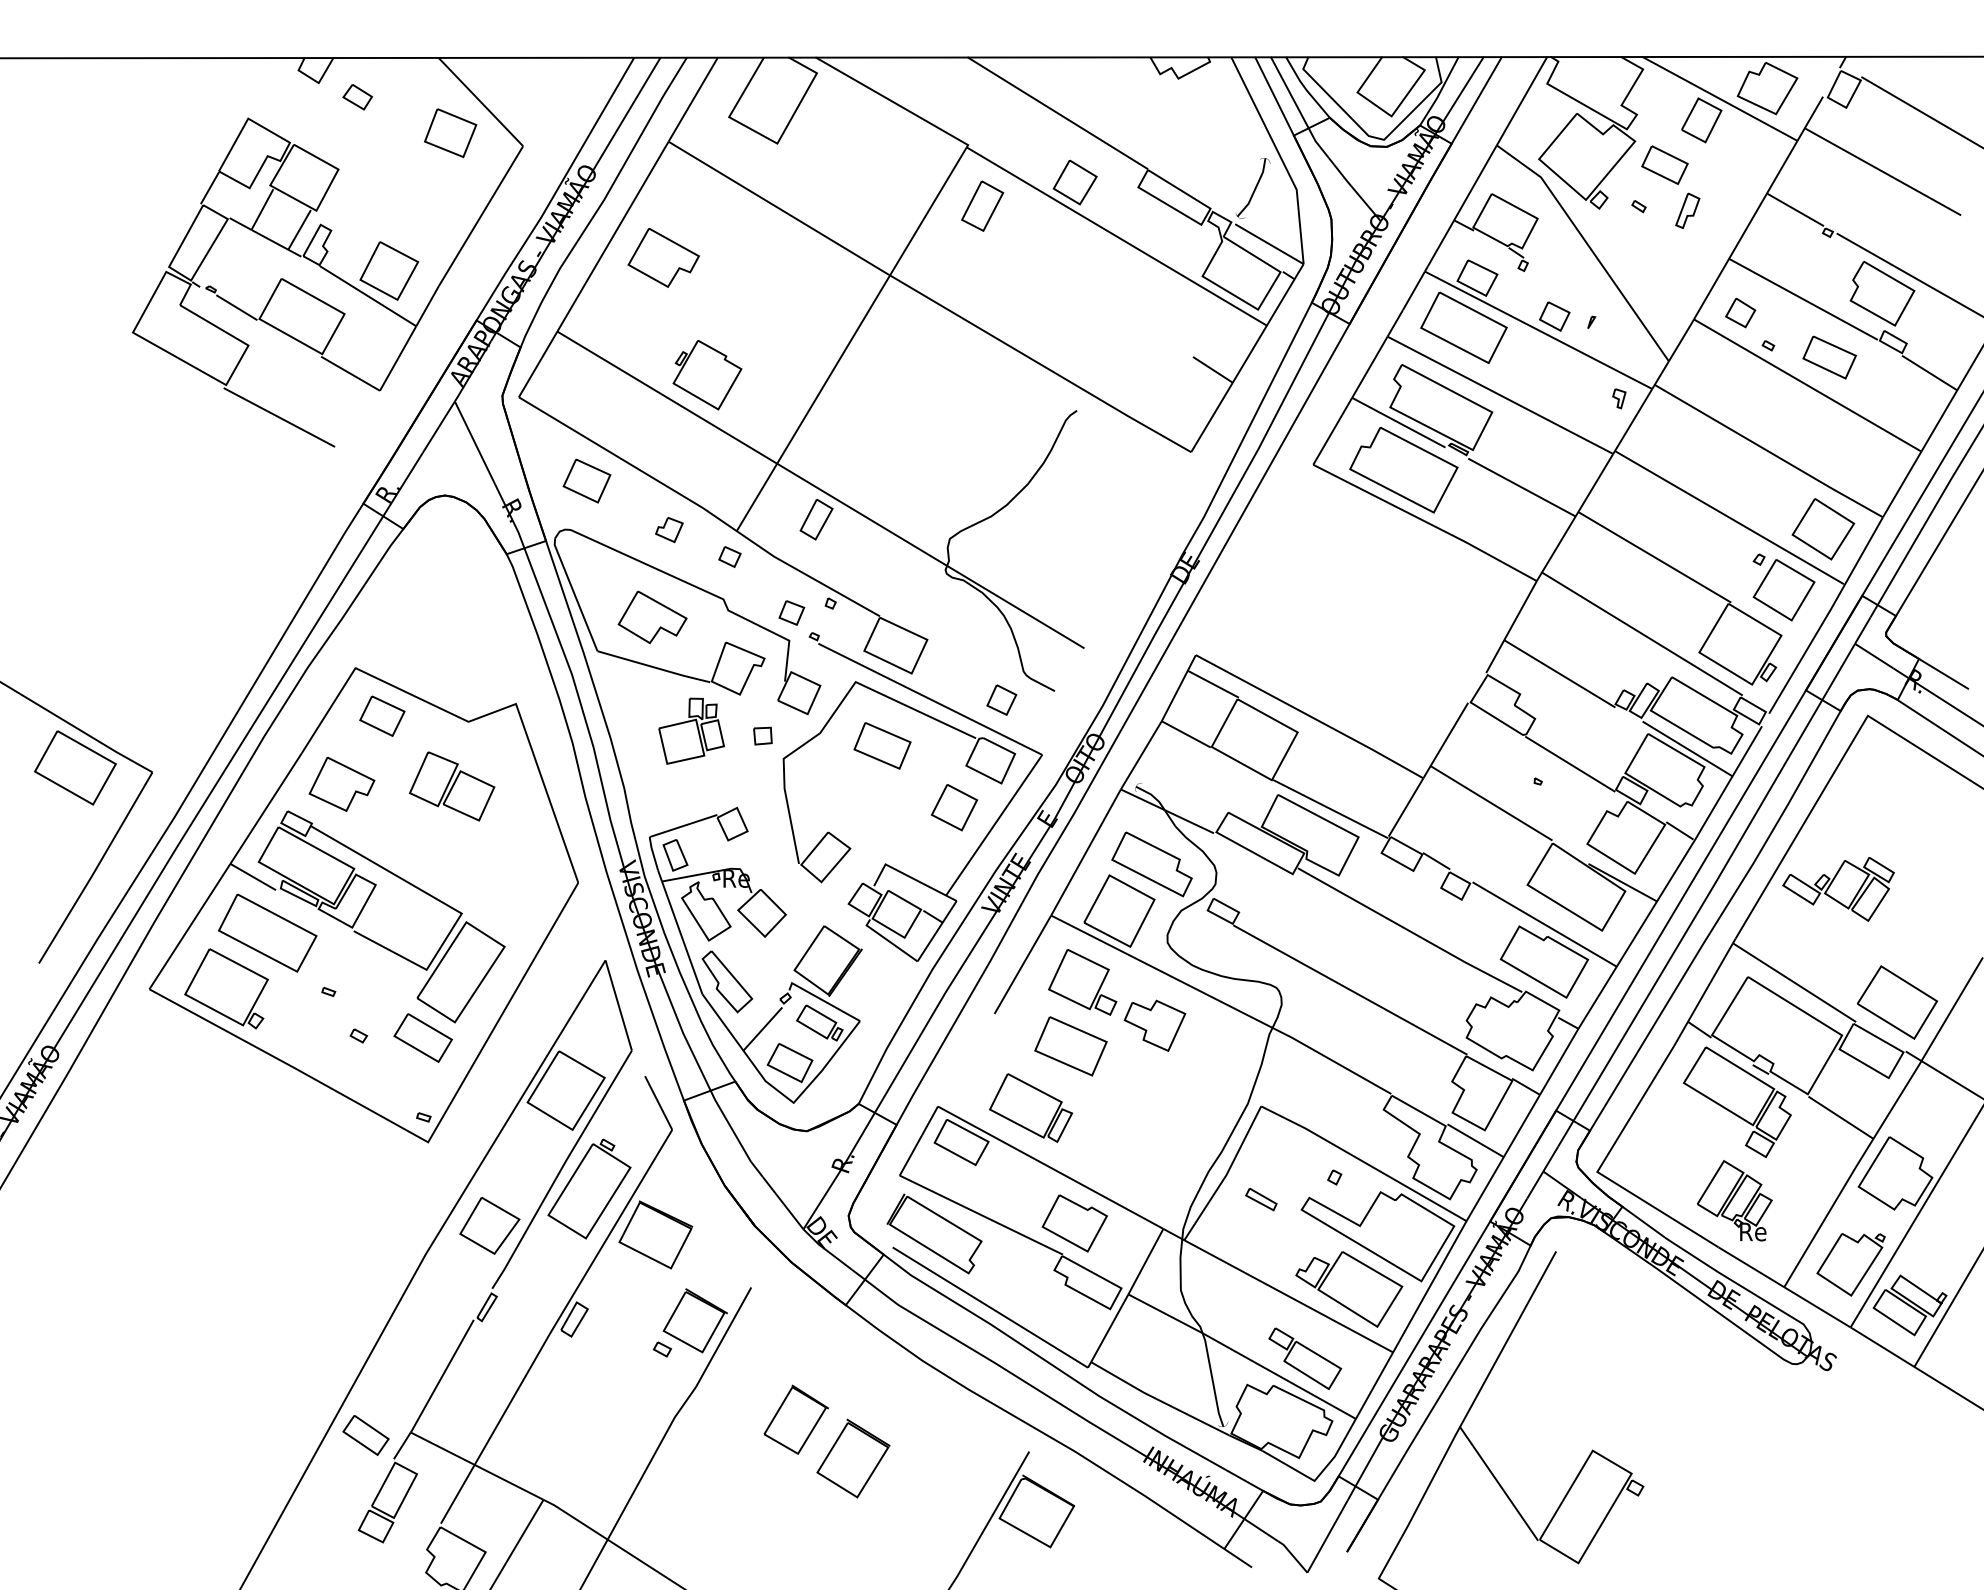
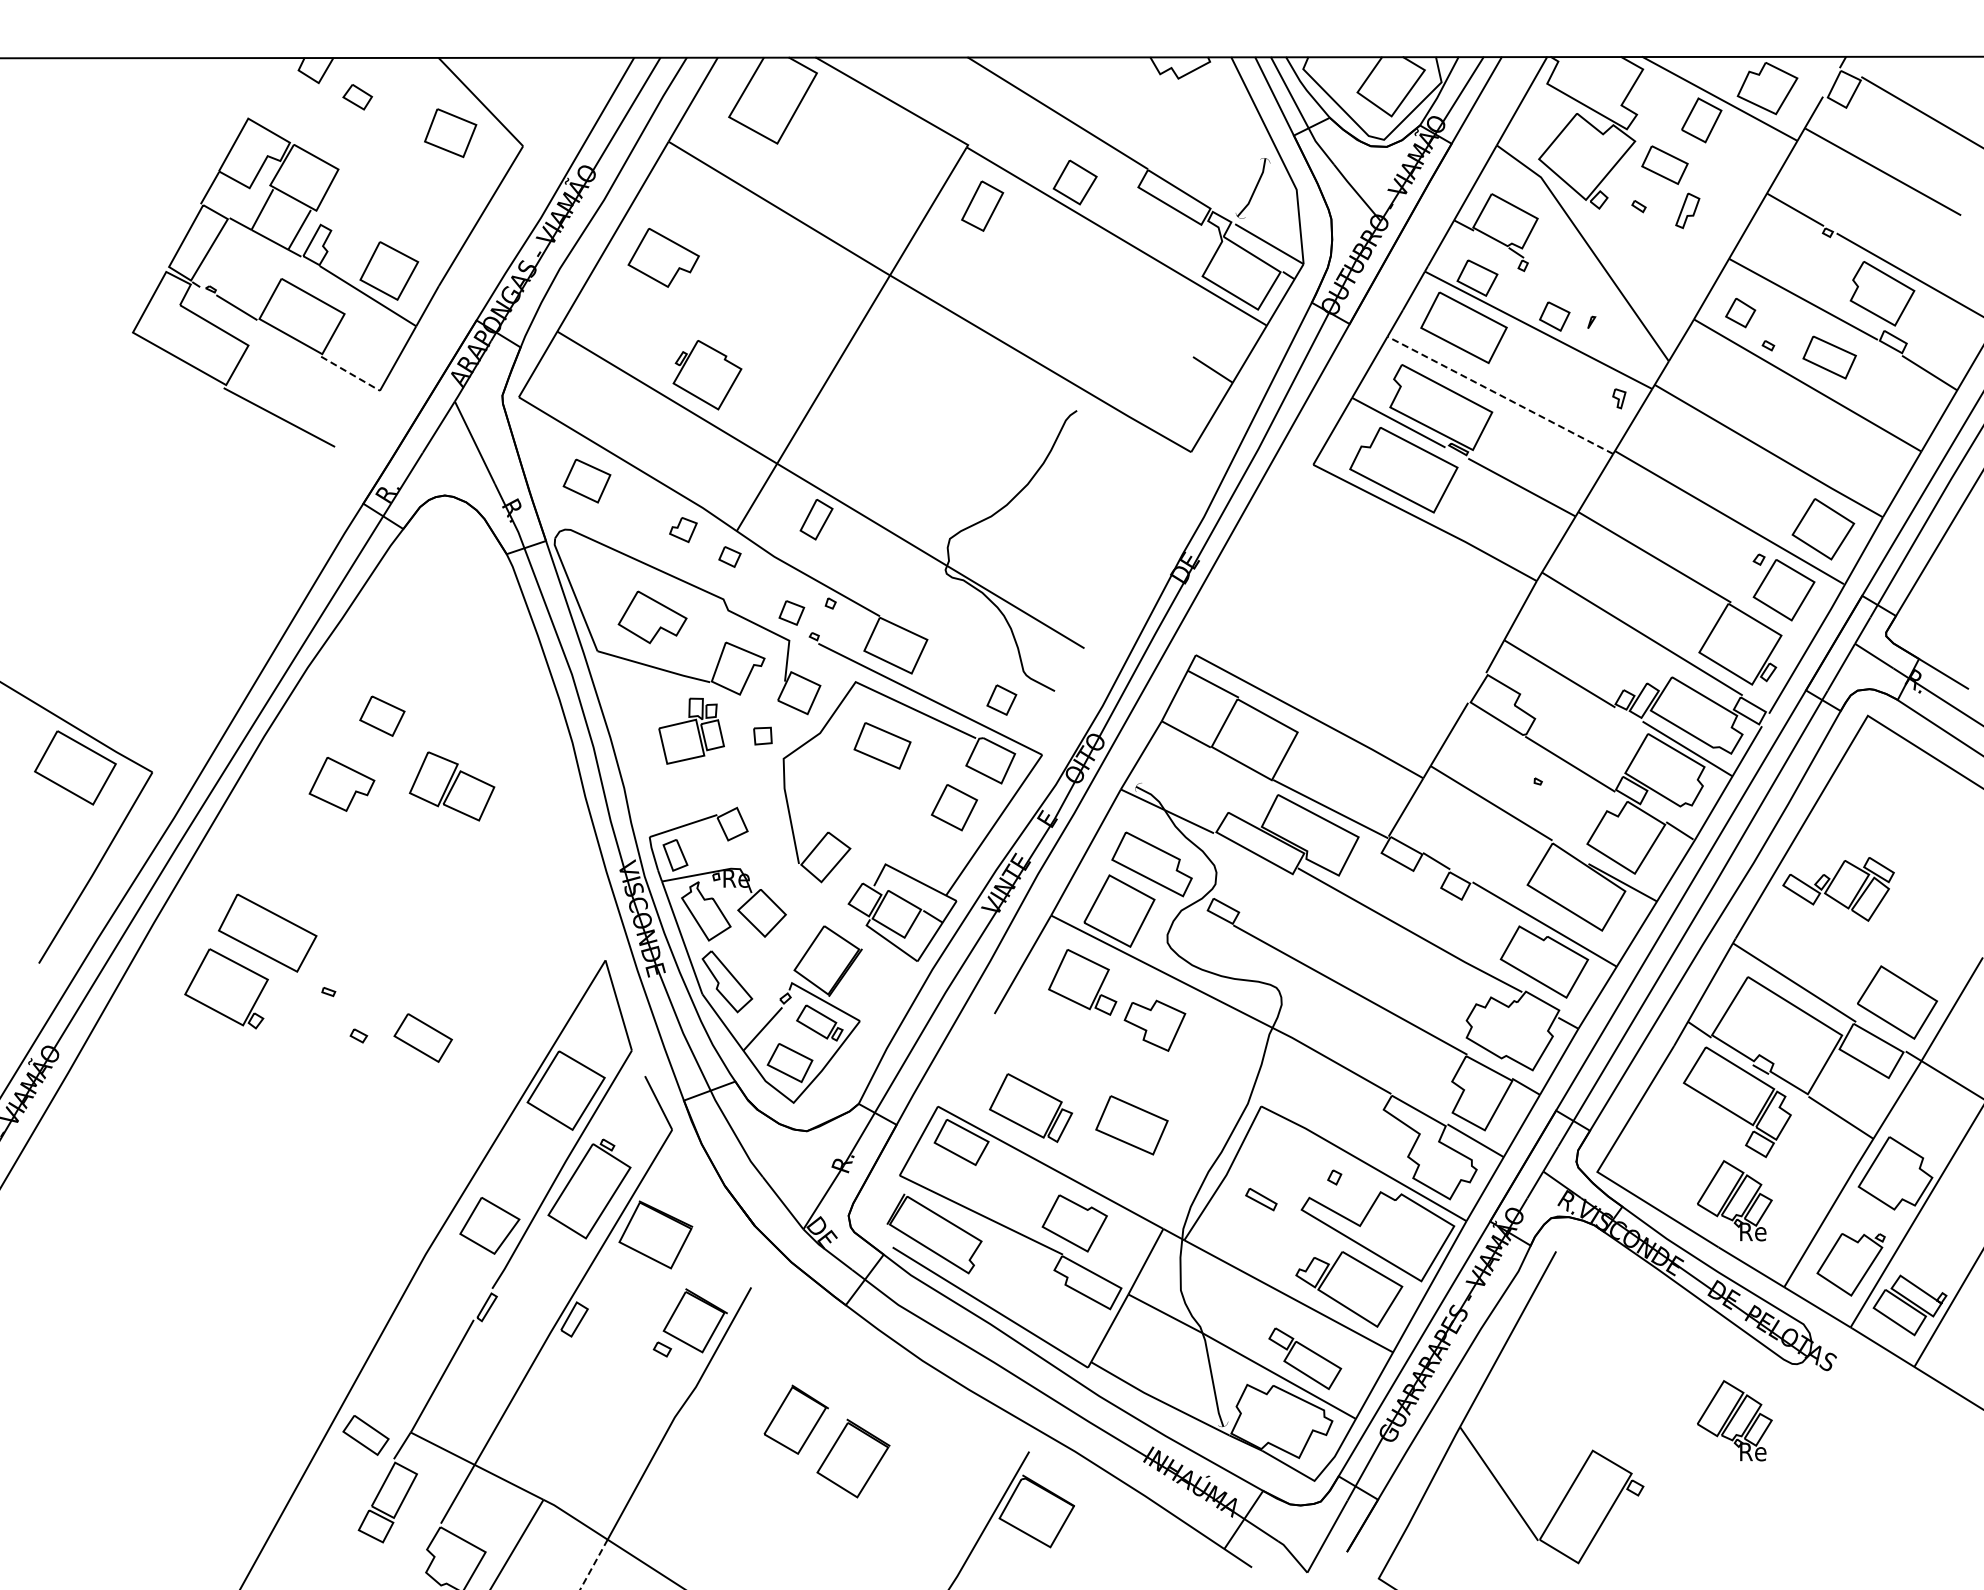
line at (350, 373): solid -> dashed
line at (1499, 395): solid -> dashed
part at (669, 530) position: (669, 530) -> (683, 530)
part at (363, 905): present -> none
part at (1070, 1046) position: (1070, 1046) -> (1131, 1125)
part at (1734, 1420): none -> present
line at (593, 1564): solid -> dashed
